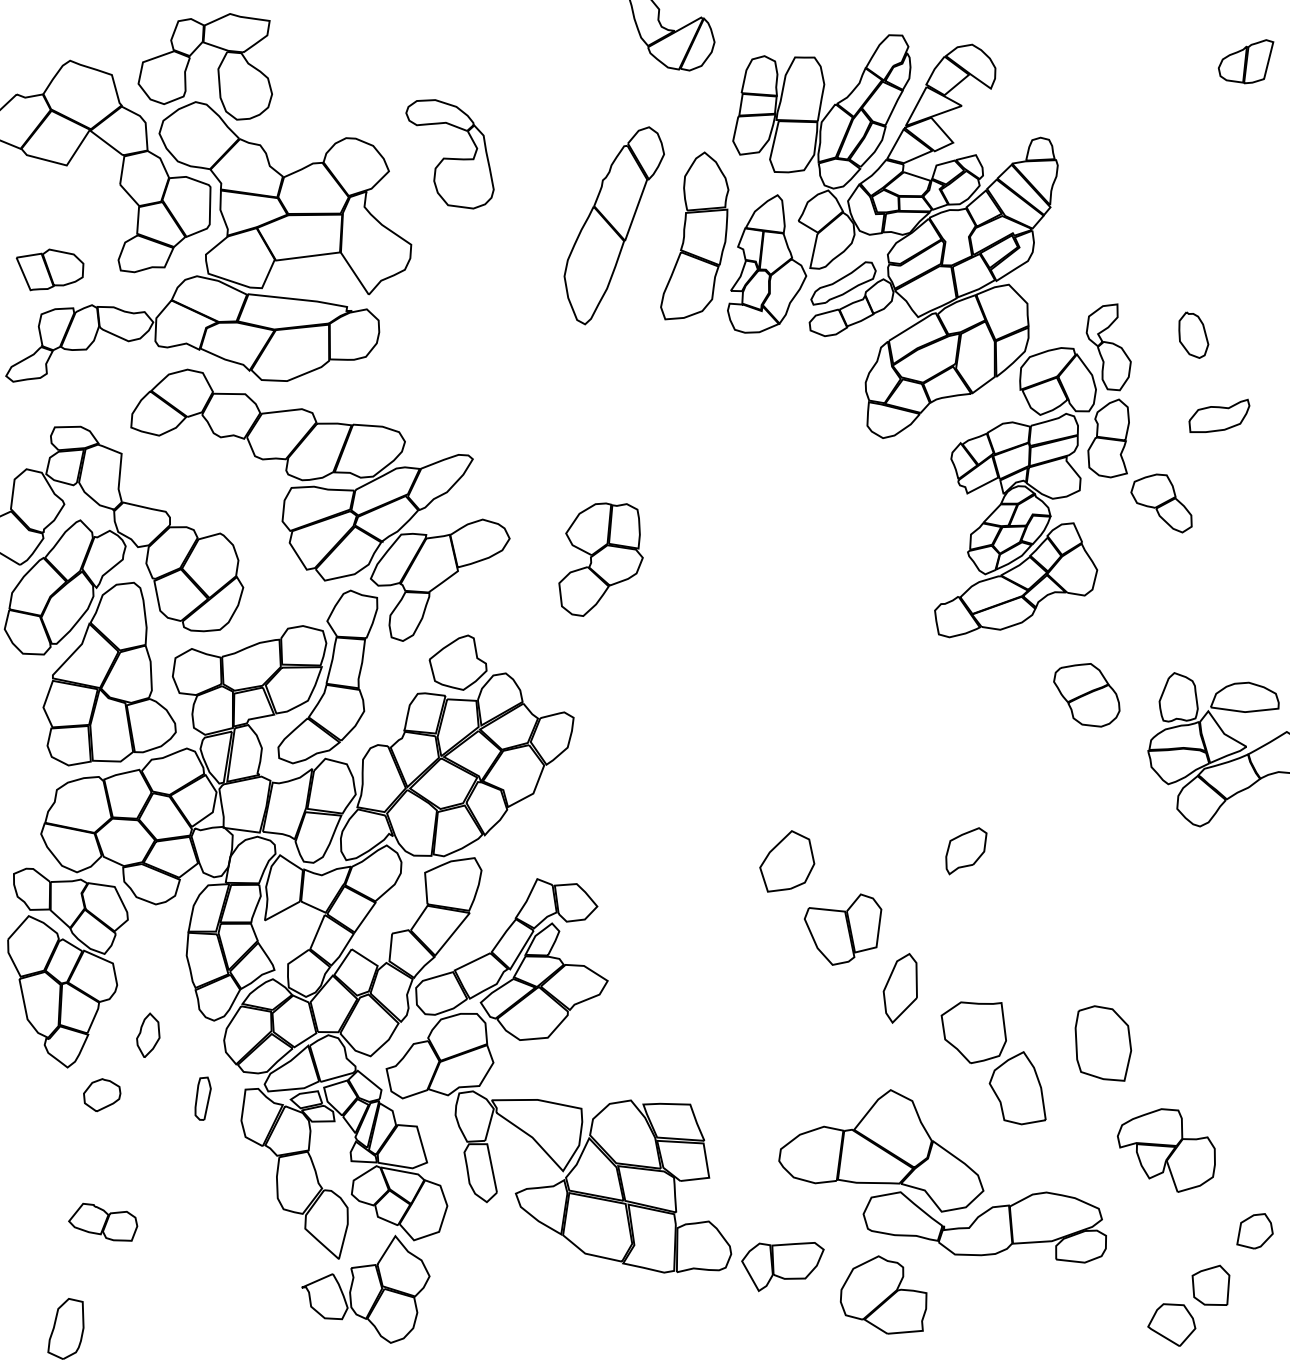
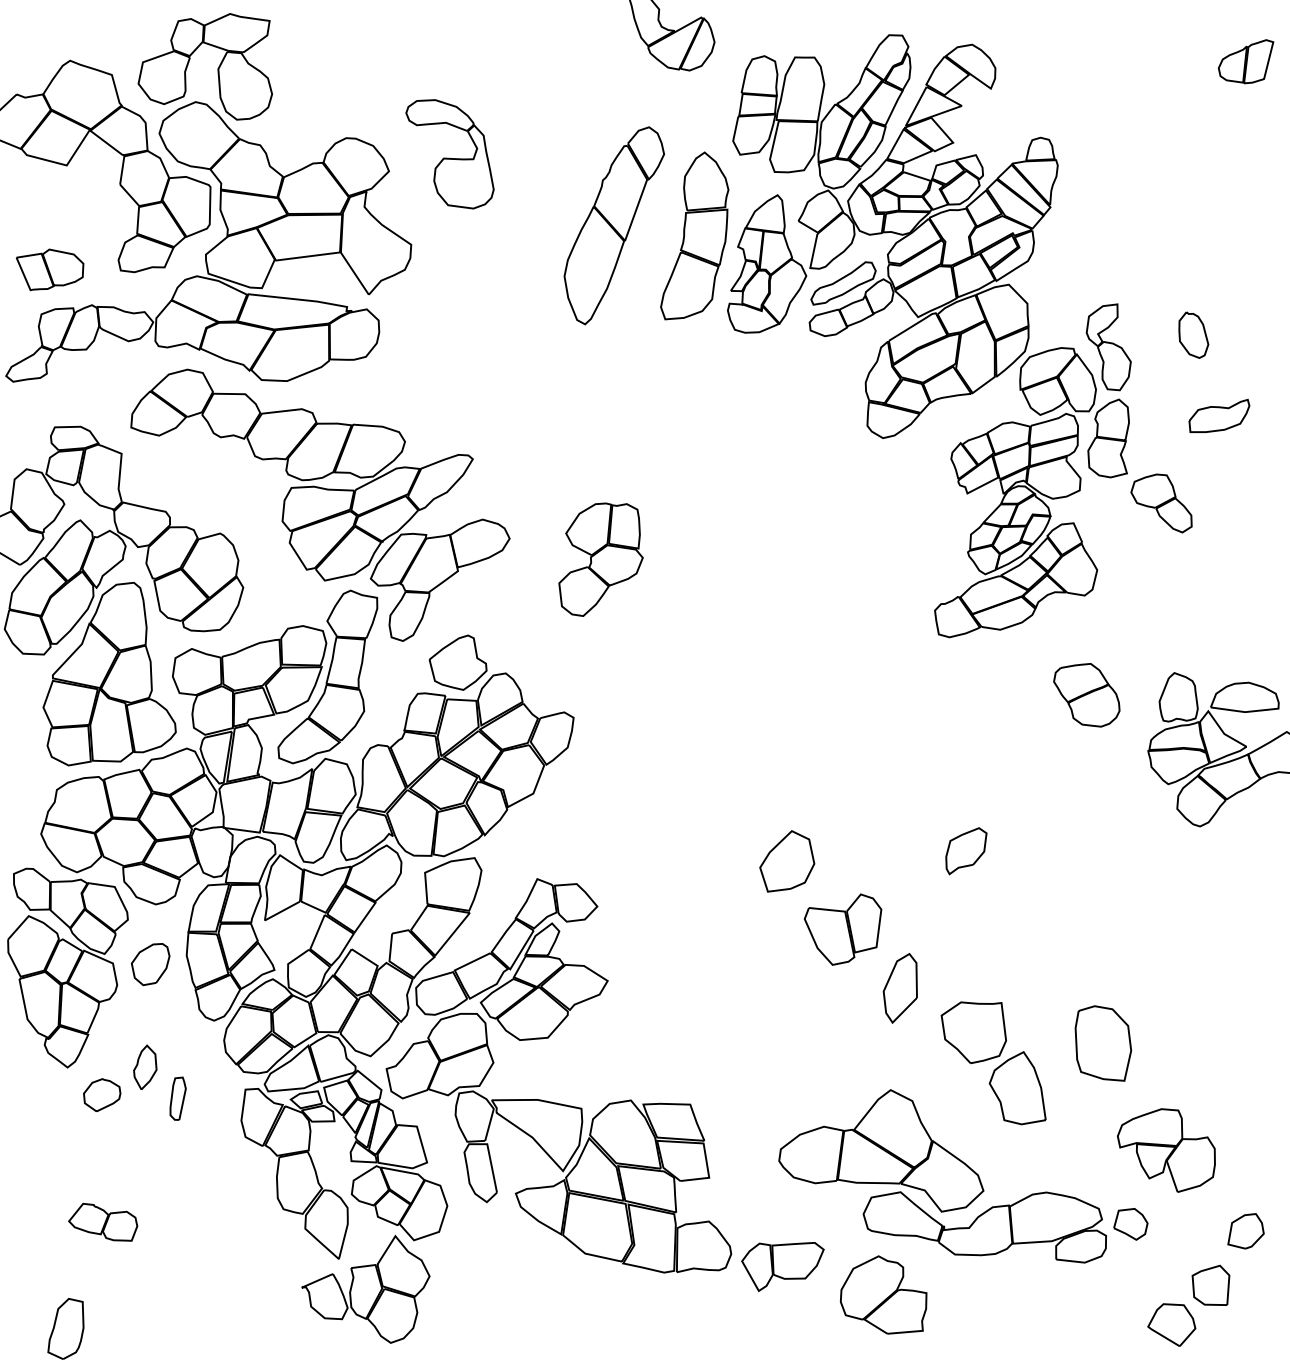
part at (150, 964): none -> present
part at (148, 1034) position: (148, 1034) -> (145, 1066)
part at (202, 1098) position: (202, 1098) -> (177, 1098)
part at (1130, 1224): none -> present
part at (1254, 1231) position: (1254, 1231) -> (1245, 1231)
